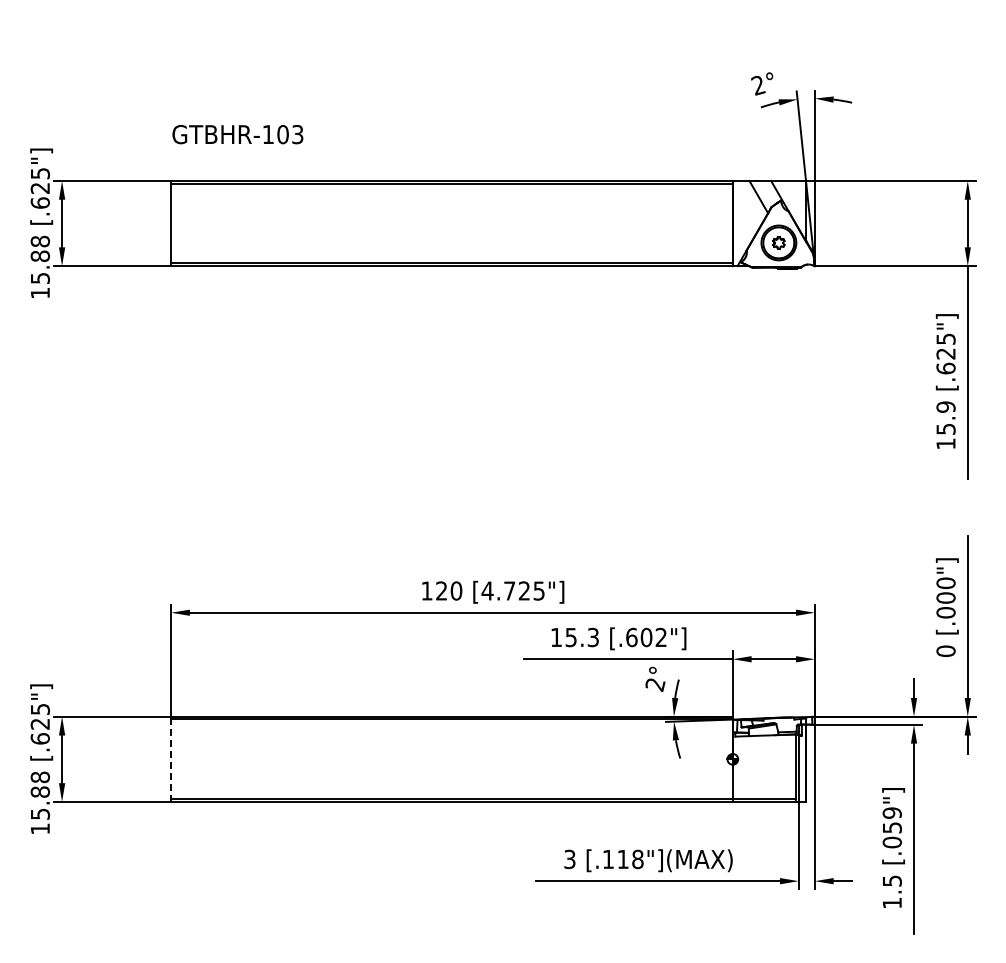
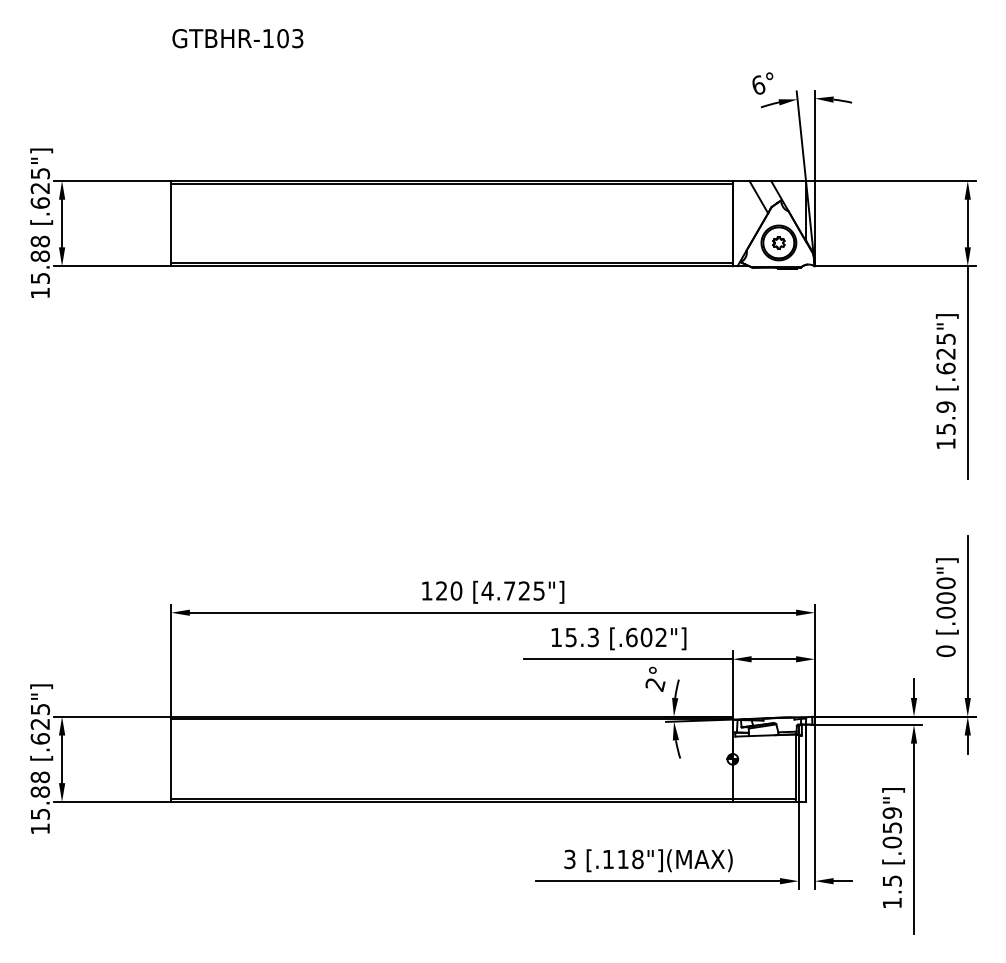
text at (758, 85): 2° -> 6°
text at (237, 134) position: (237, 134) -> (237, 38)
line at (171, 759): dashed -> solid
